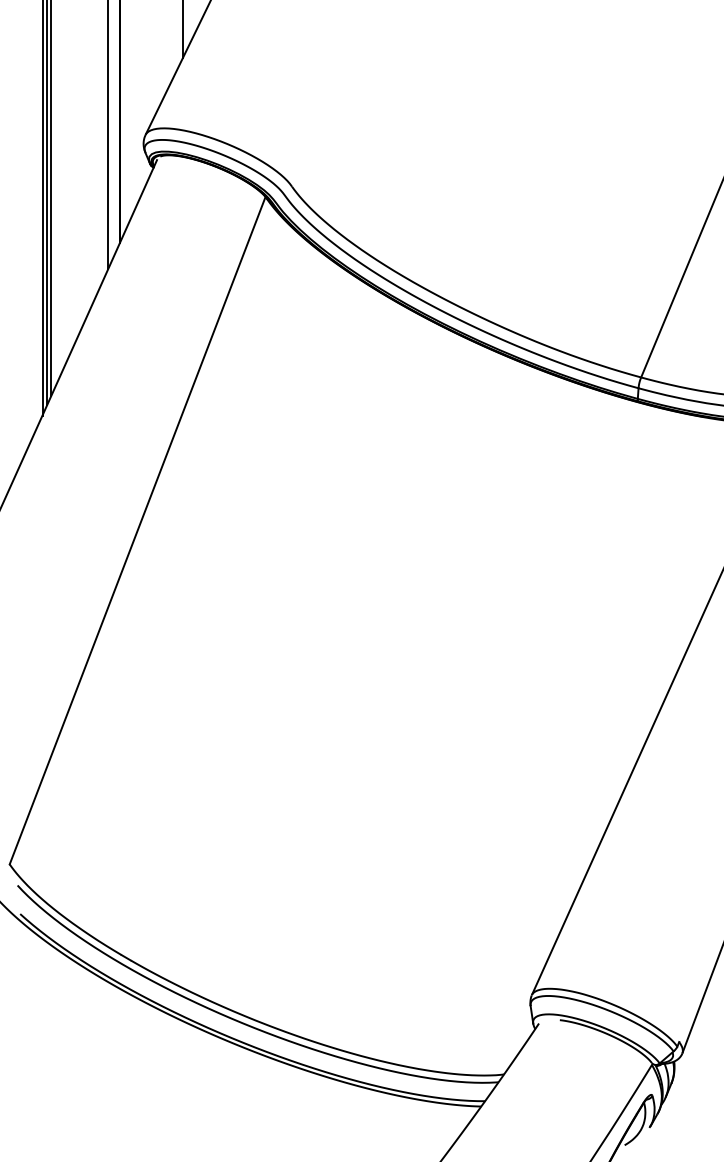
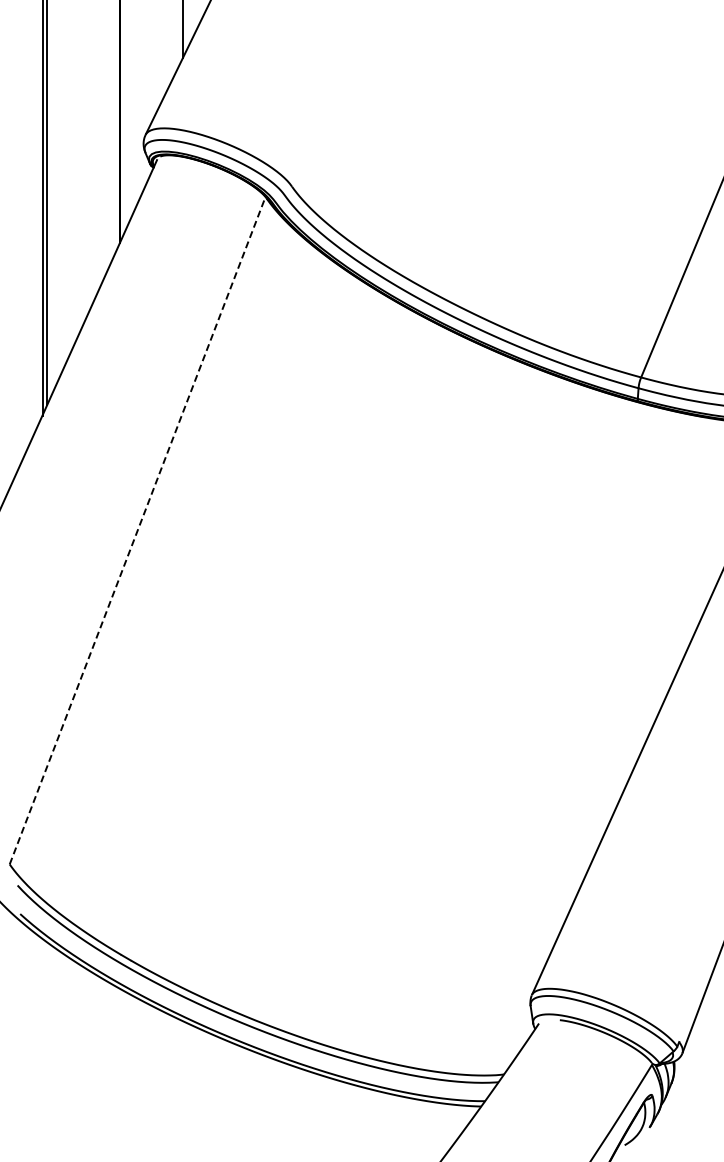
line at (108, 135): present -> none
line at (51, 199): present -> none
line at (137, 530): solid -> dashed
